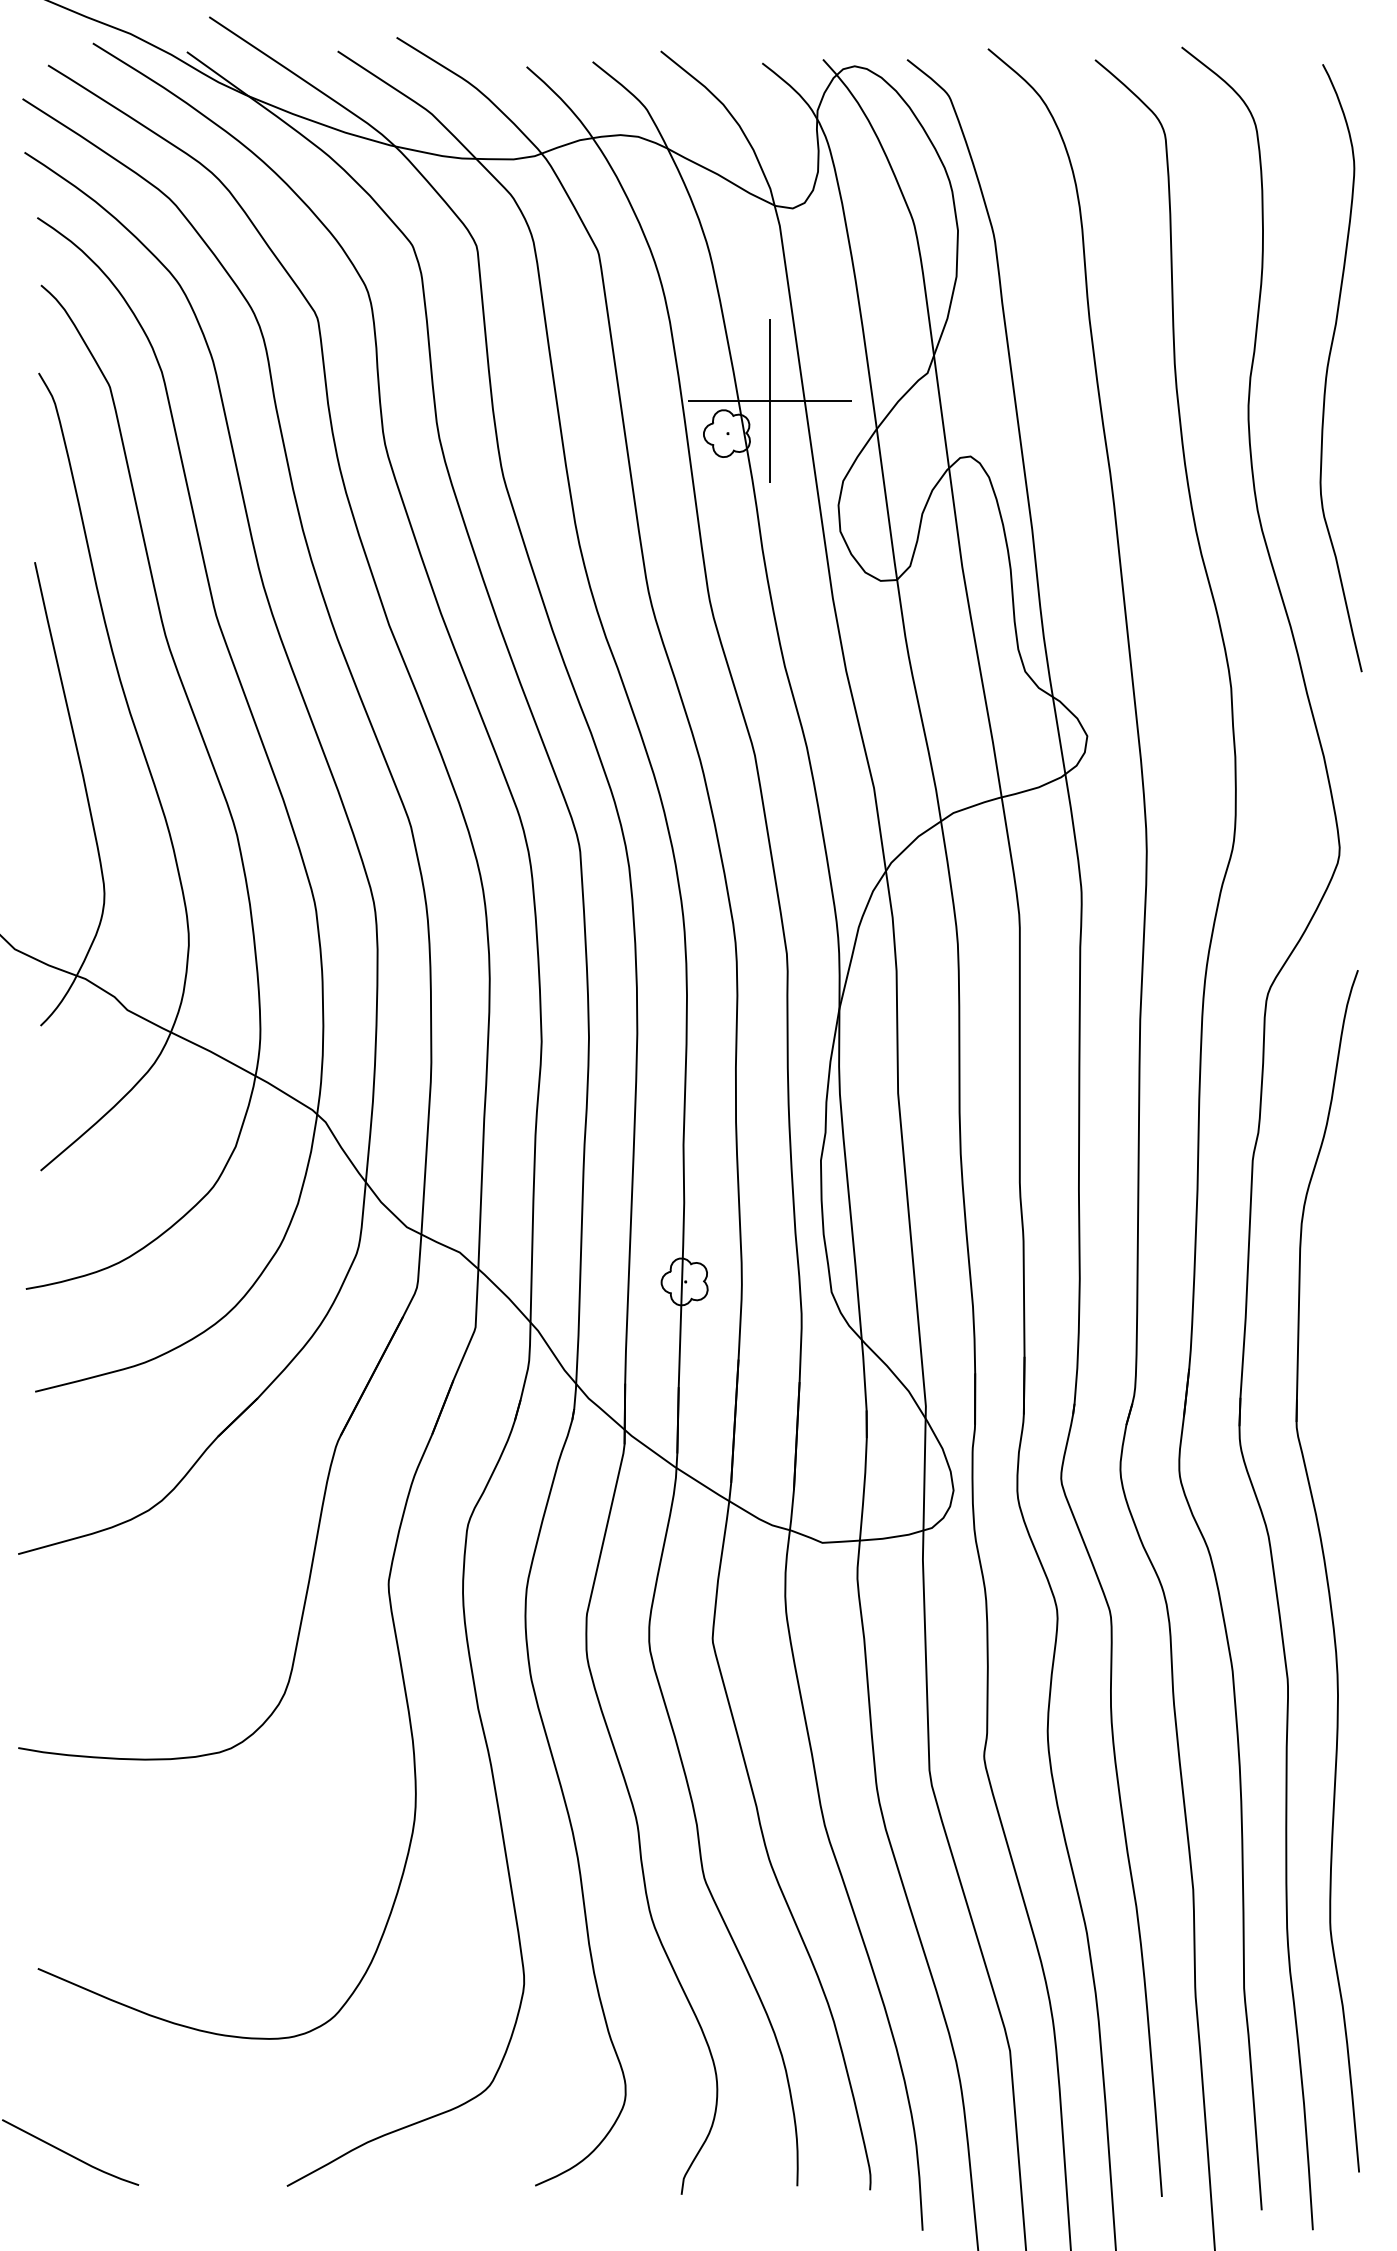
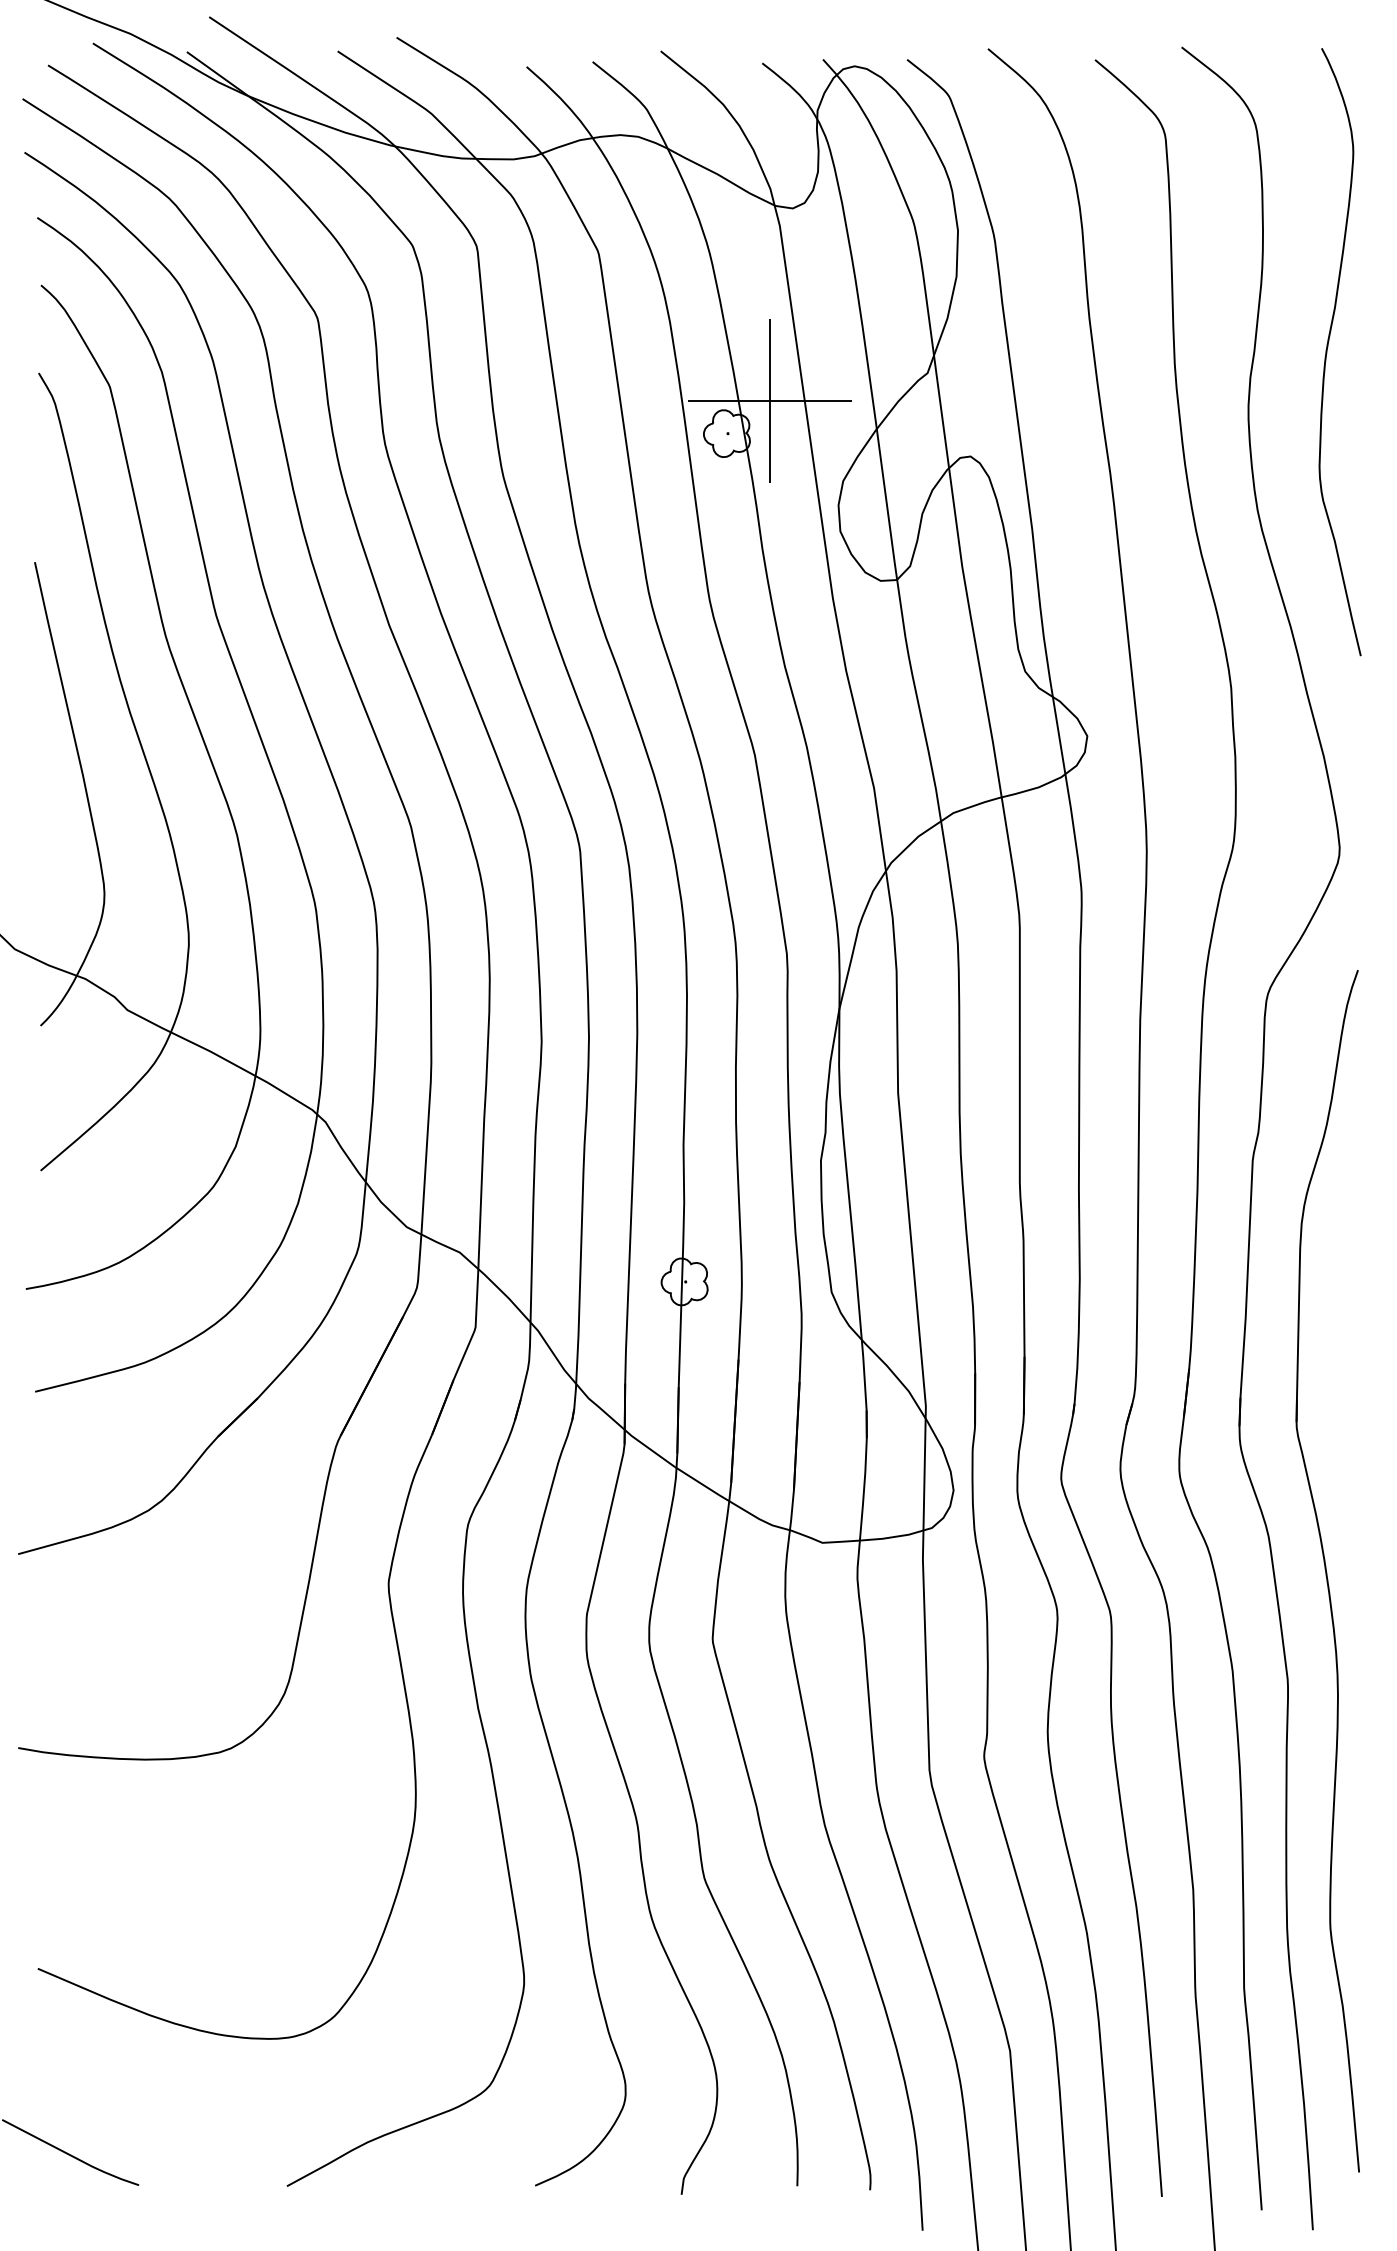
curve at (1328, 368) position: (1328, 368) -> (1327, 352)
